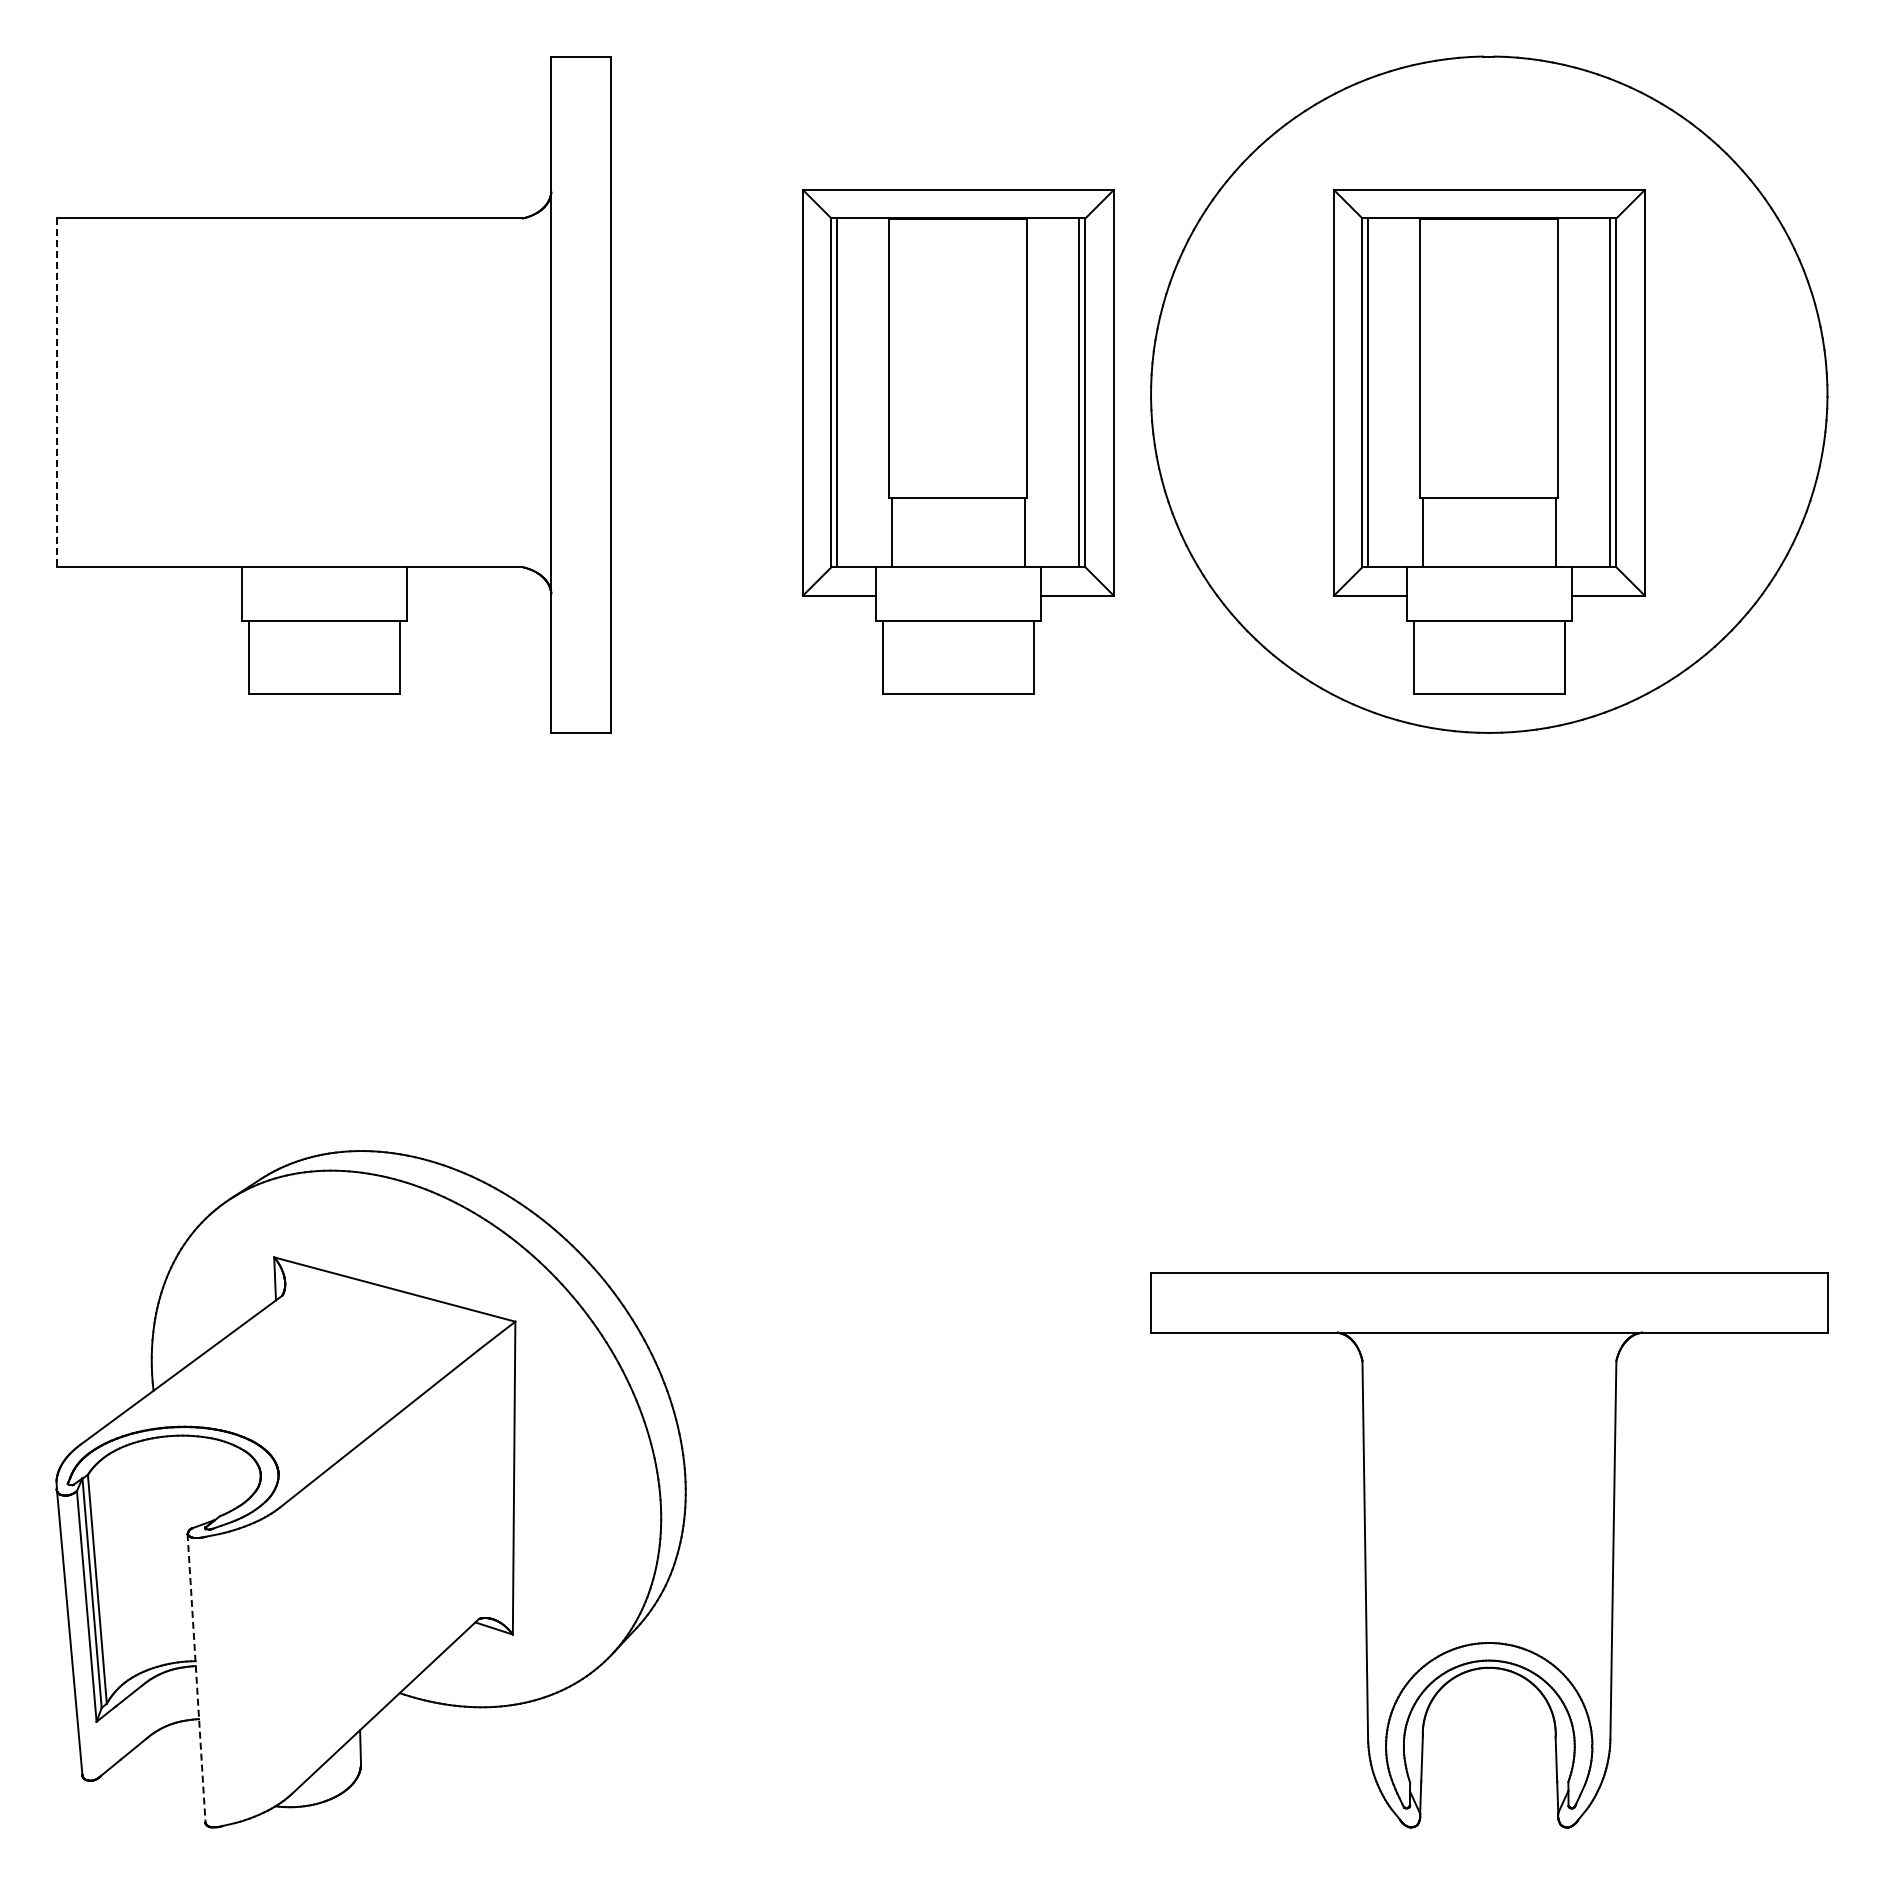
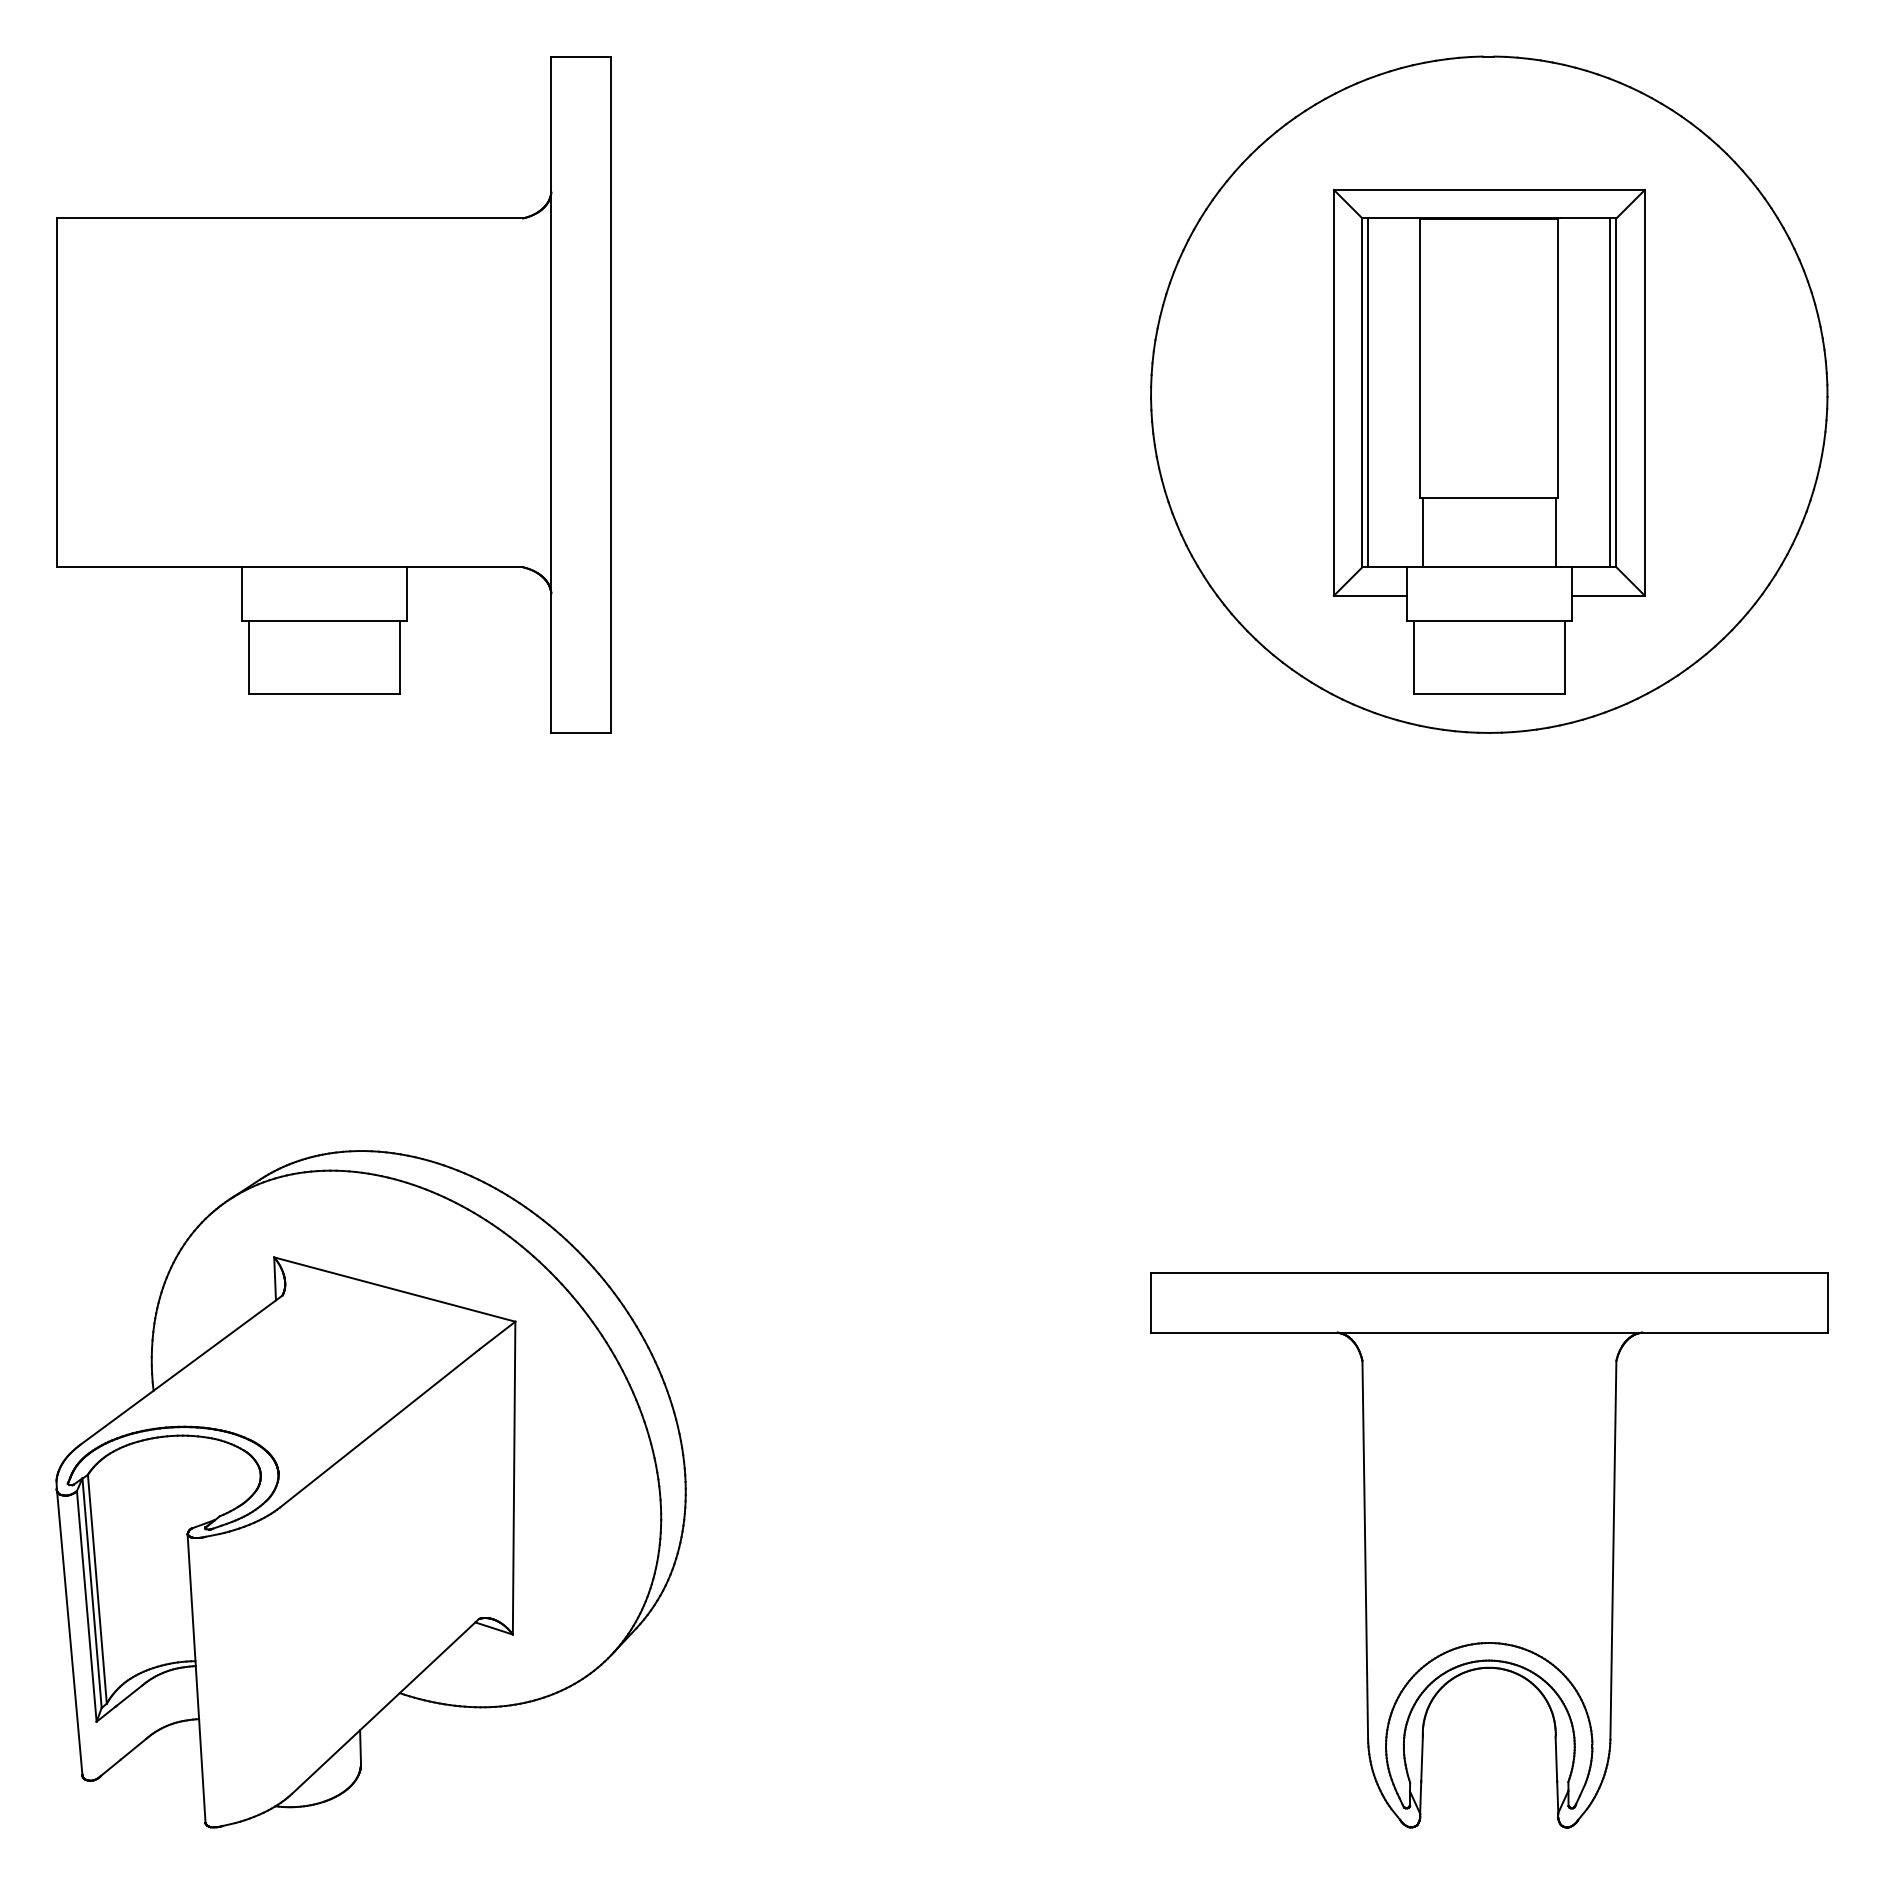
line at (56, 393): dashed -> solid
part at (957, 441): present -> none
line at (196, 1678): dashed -> solid
